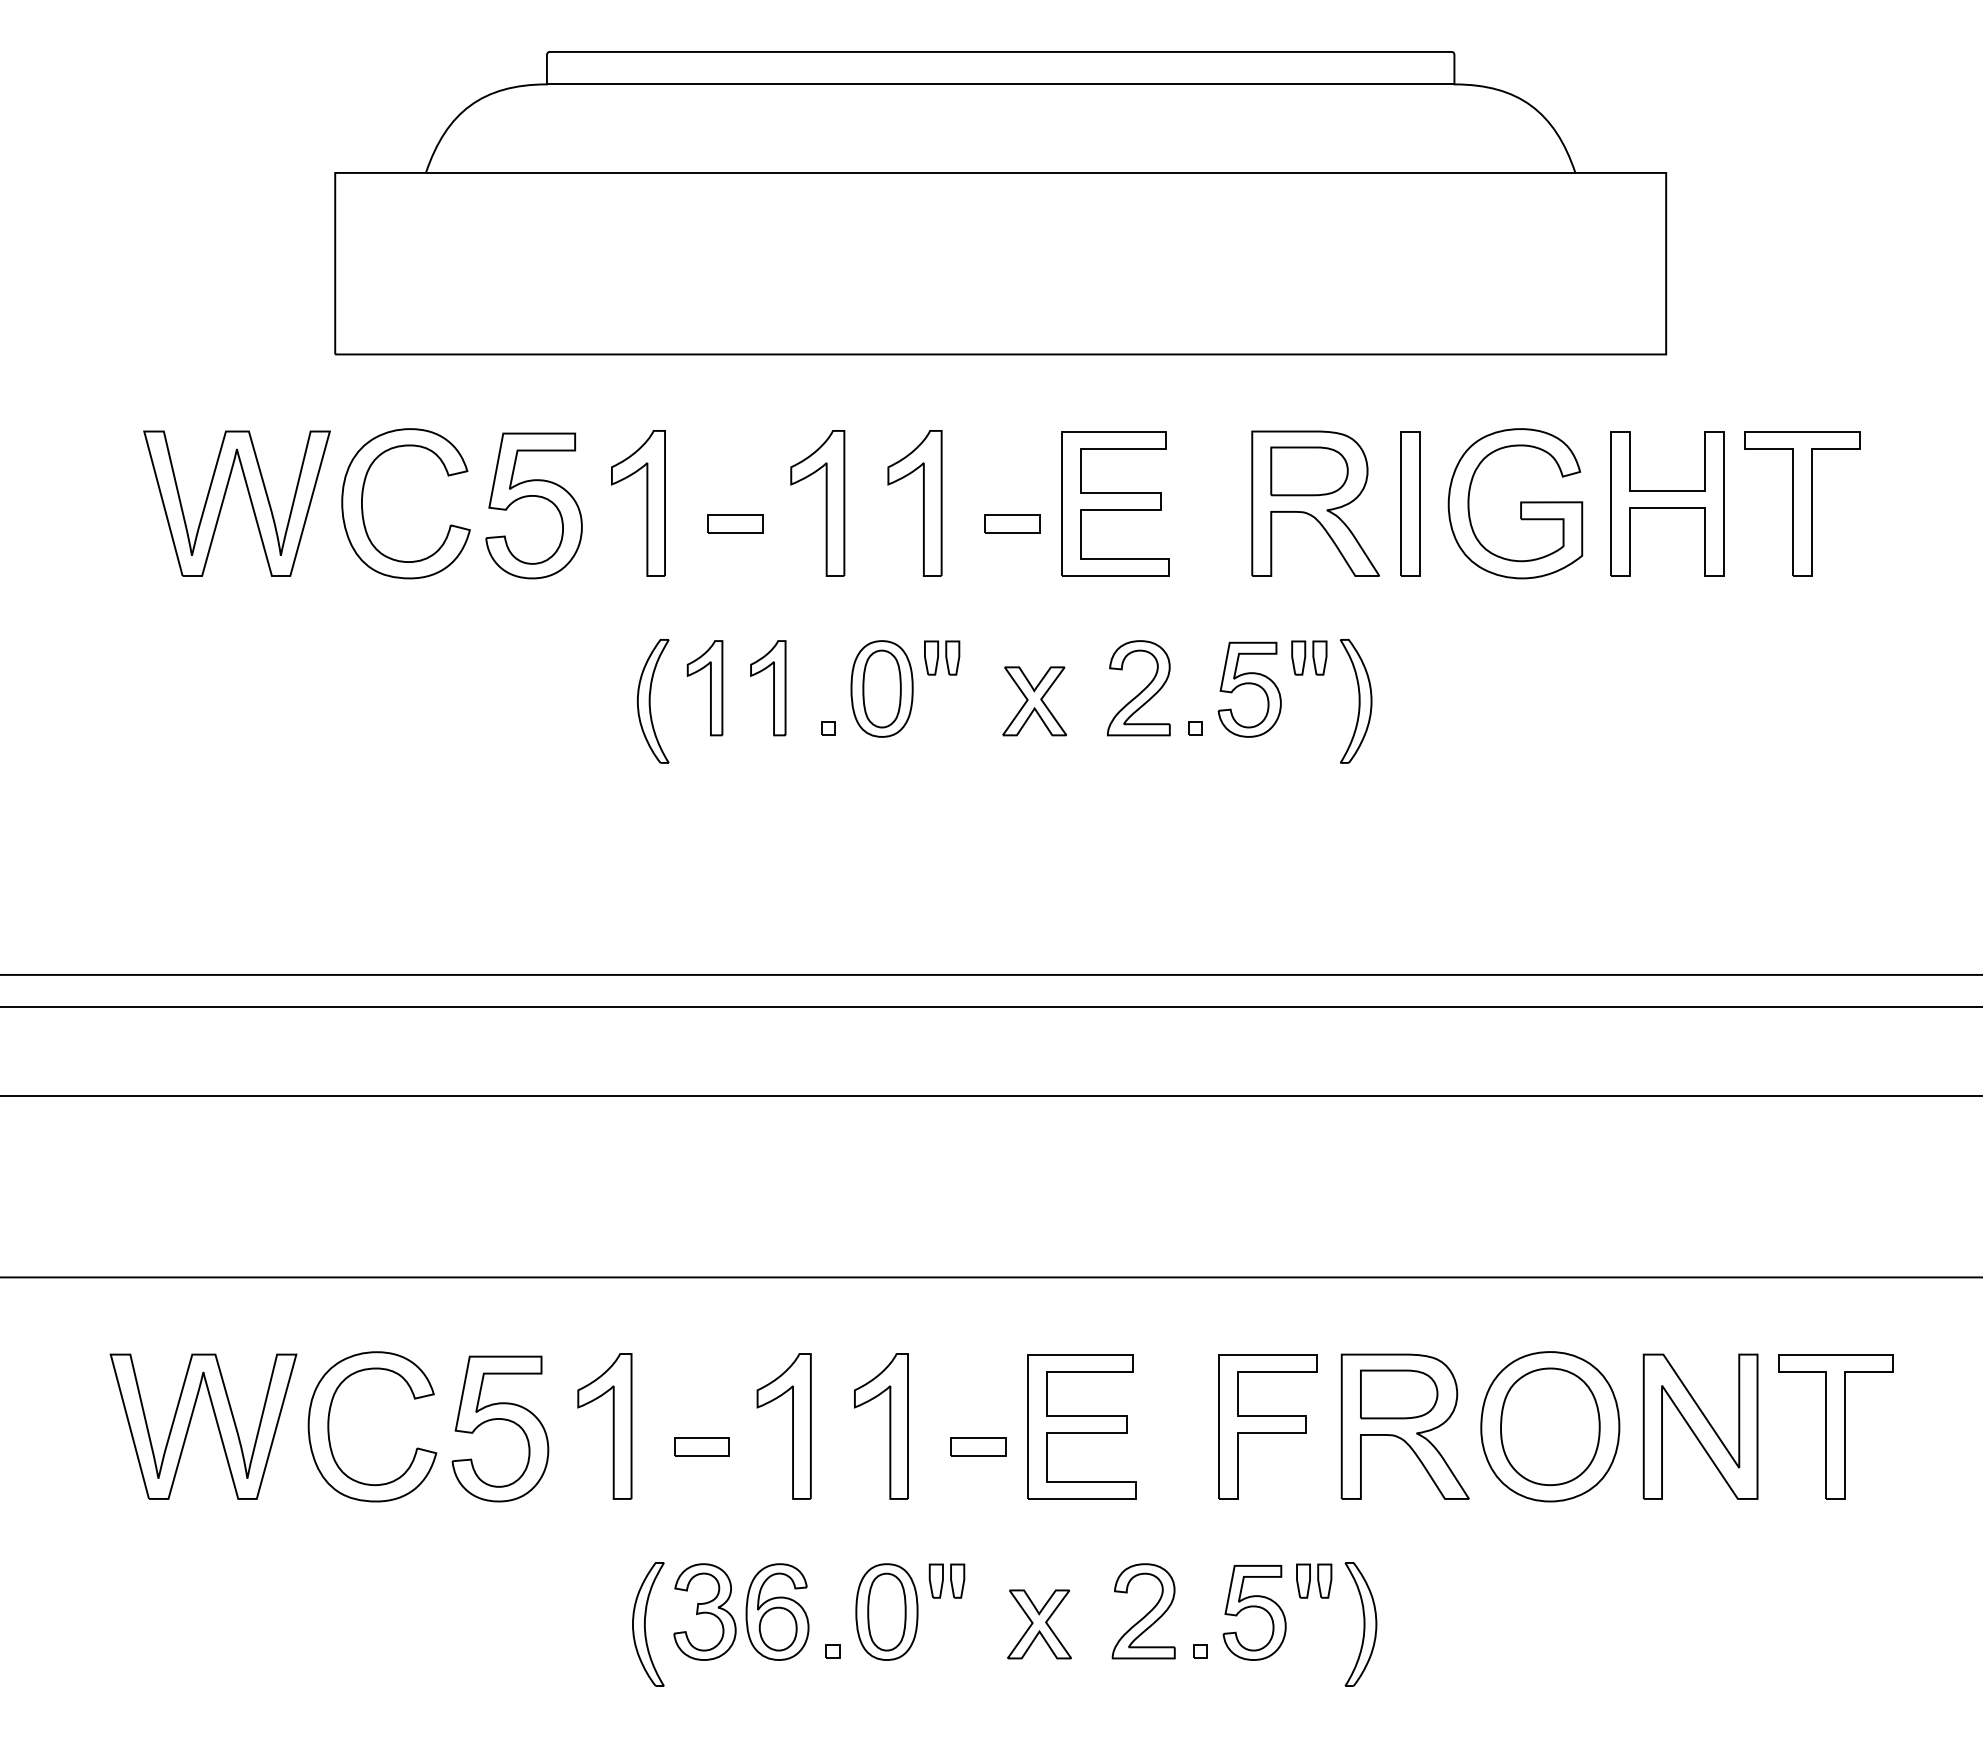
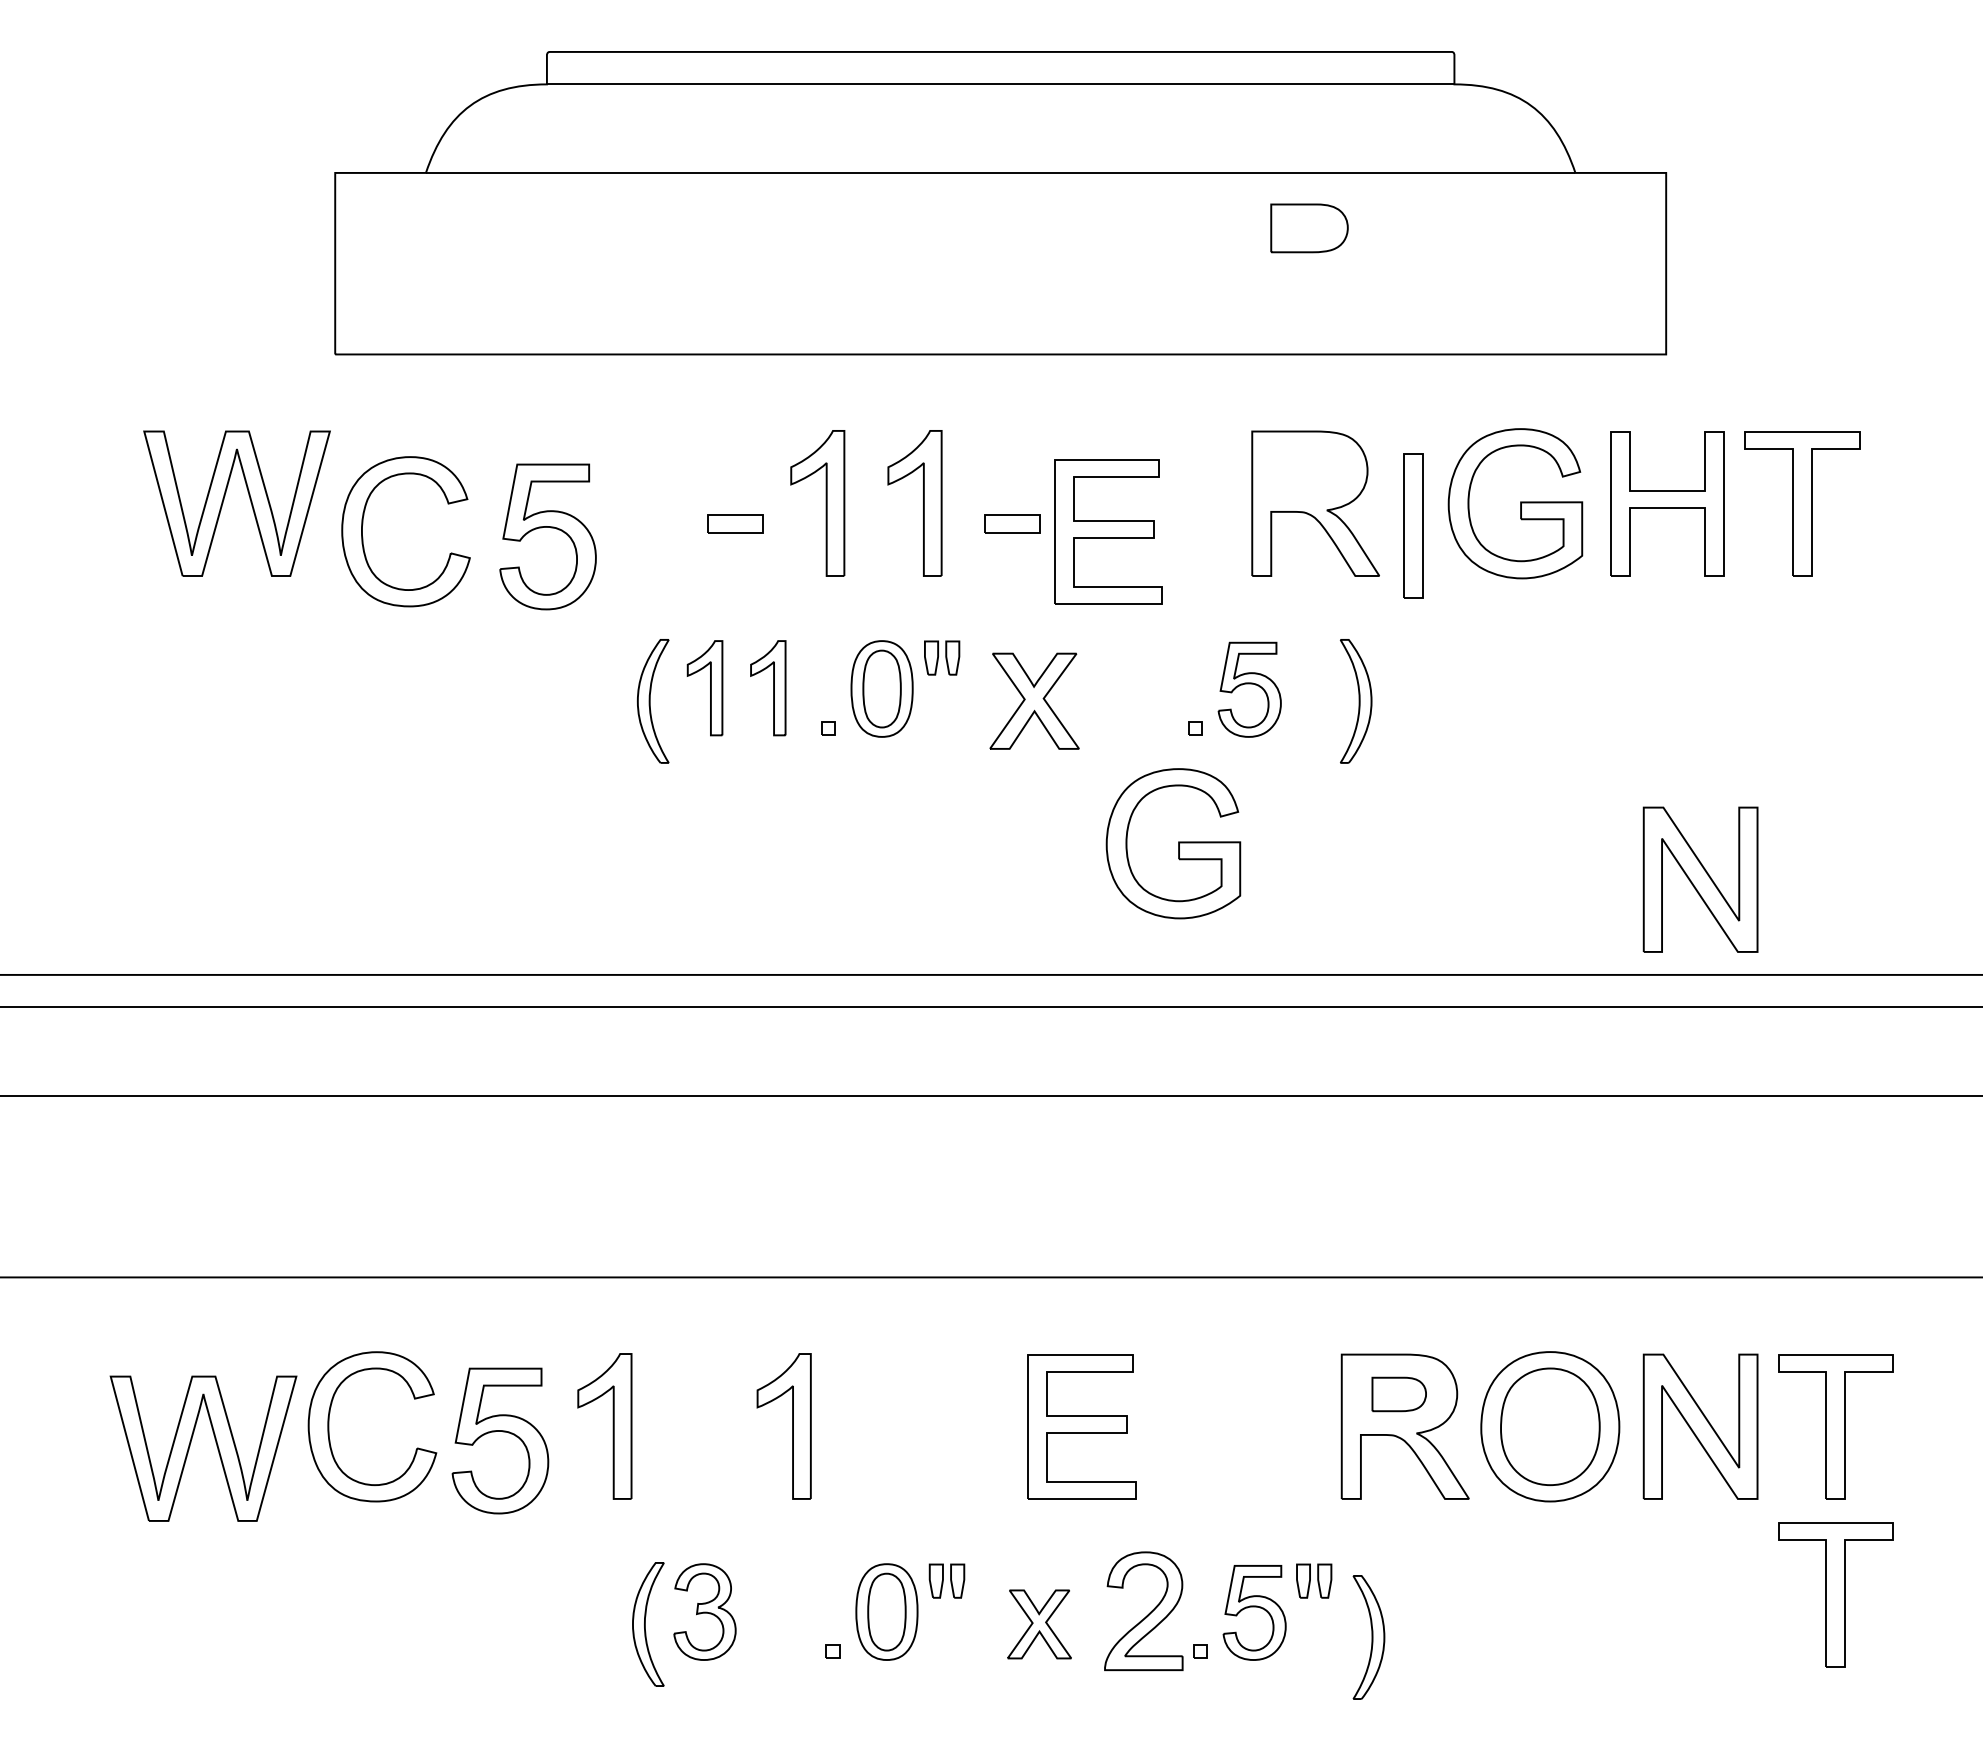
part at (1309, 471) position: (1309, 471) -> (1309, 228)
part at (537, 497) position: (537, 497) -> (551, 528)
part at (646, 503): present -> none
part at (1115, 503) position: (1115, 503) -> (1108, 531)
part at (1410, 503) position: (1410, 503) -> (1413, 525)
part at (363, 509) position: (363, 509) -> (363, 537)
part at (1309, 657): present -> none
part at (1138, 688): present -> none
part at (1034, 701) size: 66x71 px -> 91x98 px
part at (1173, 843): none -> present
part at (1700, 879): none -> present
part at (1399, 1394) size: 79x51 px -> 56x37 px
part at (503, 1420) position: (503, 1420) -> (503, 1432)
part at (191, 1421) position: (191, 1421) -> (191, 1443)
part at (889, 1426): present -> none
part at (1267, 1426): present -> none
part at (701, 1446): present -> none
part at (978, 1446): present -> none
part at (1835, 1594): none -> present
part at (777, 1611): present -> none
part at (1143, 1611) size: 65x97 px -> 80x121 px
part at (1360, 1624) position: (1360, 1624) -> (1368, 1637)
